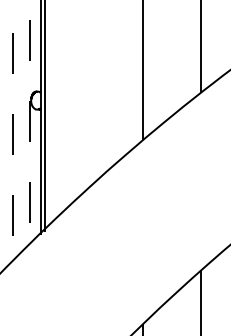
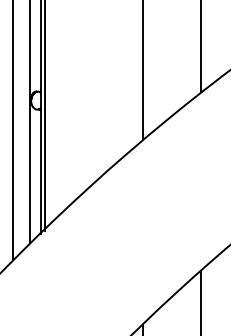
line at (30, 122): dashed -> solid
line at (13, 130): dashed -> solid
